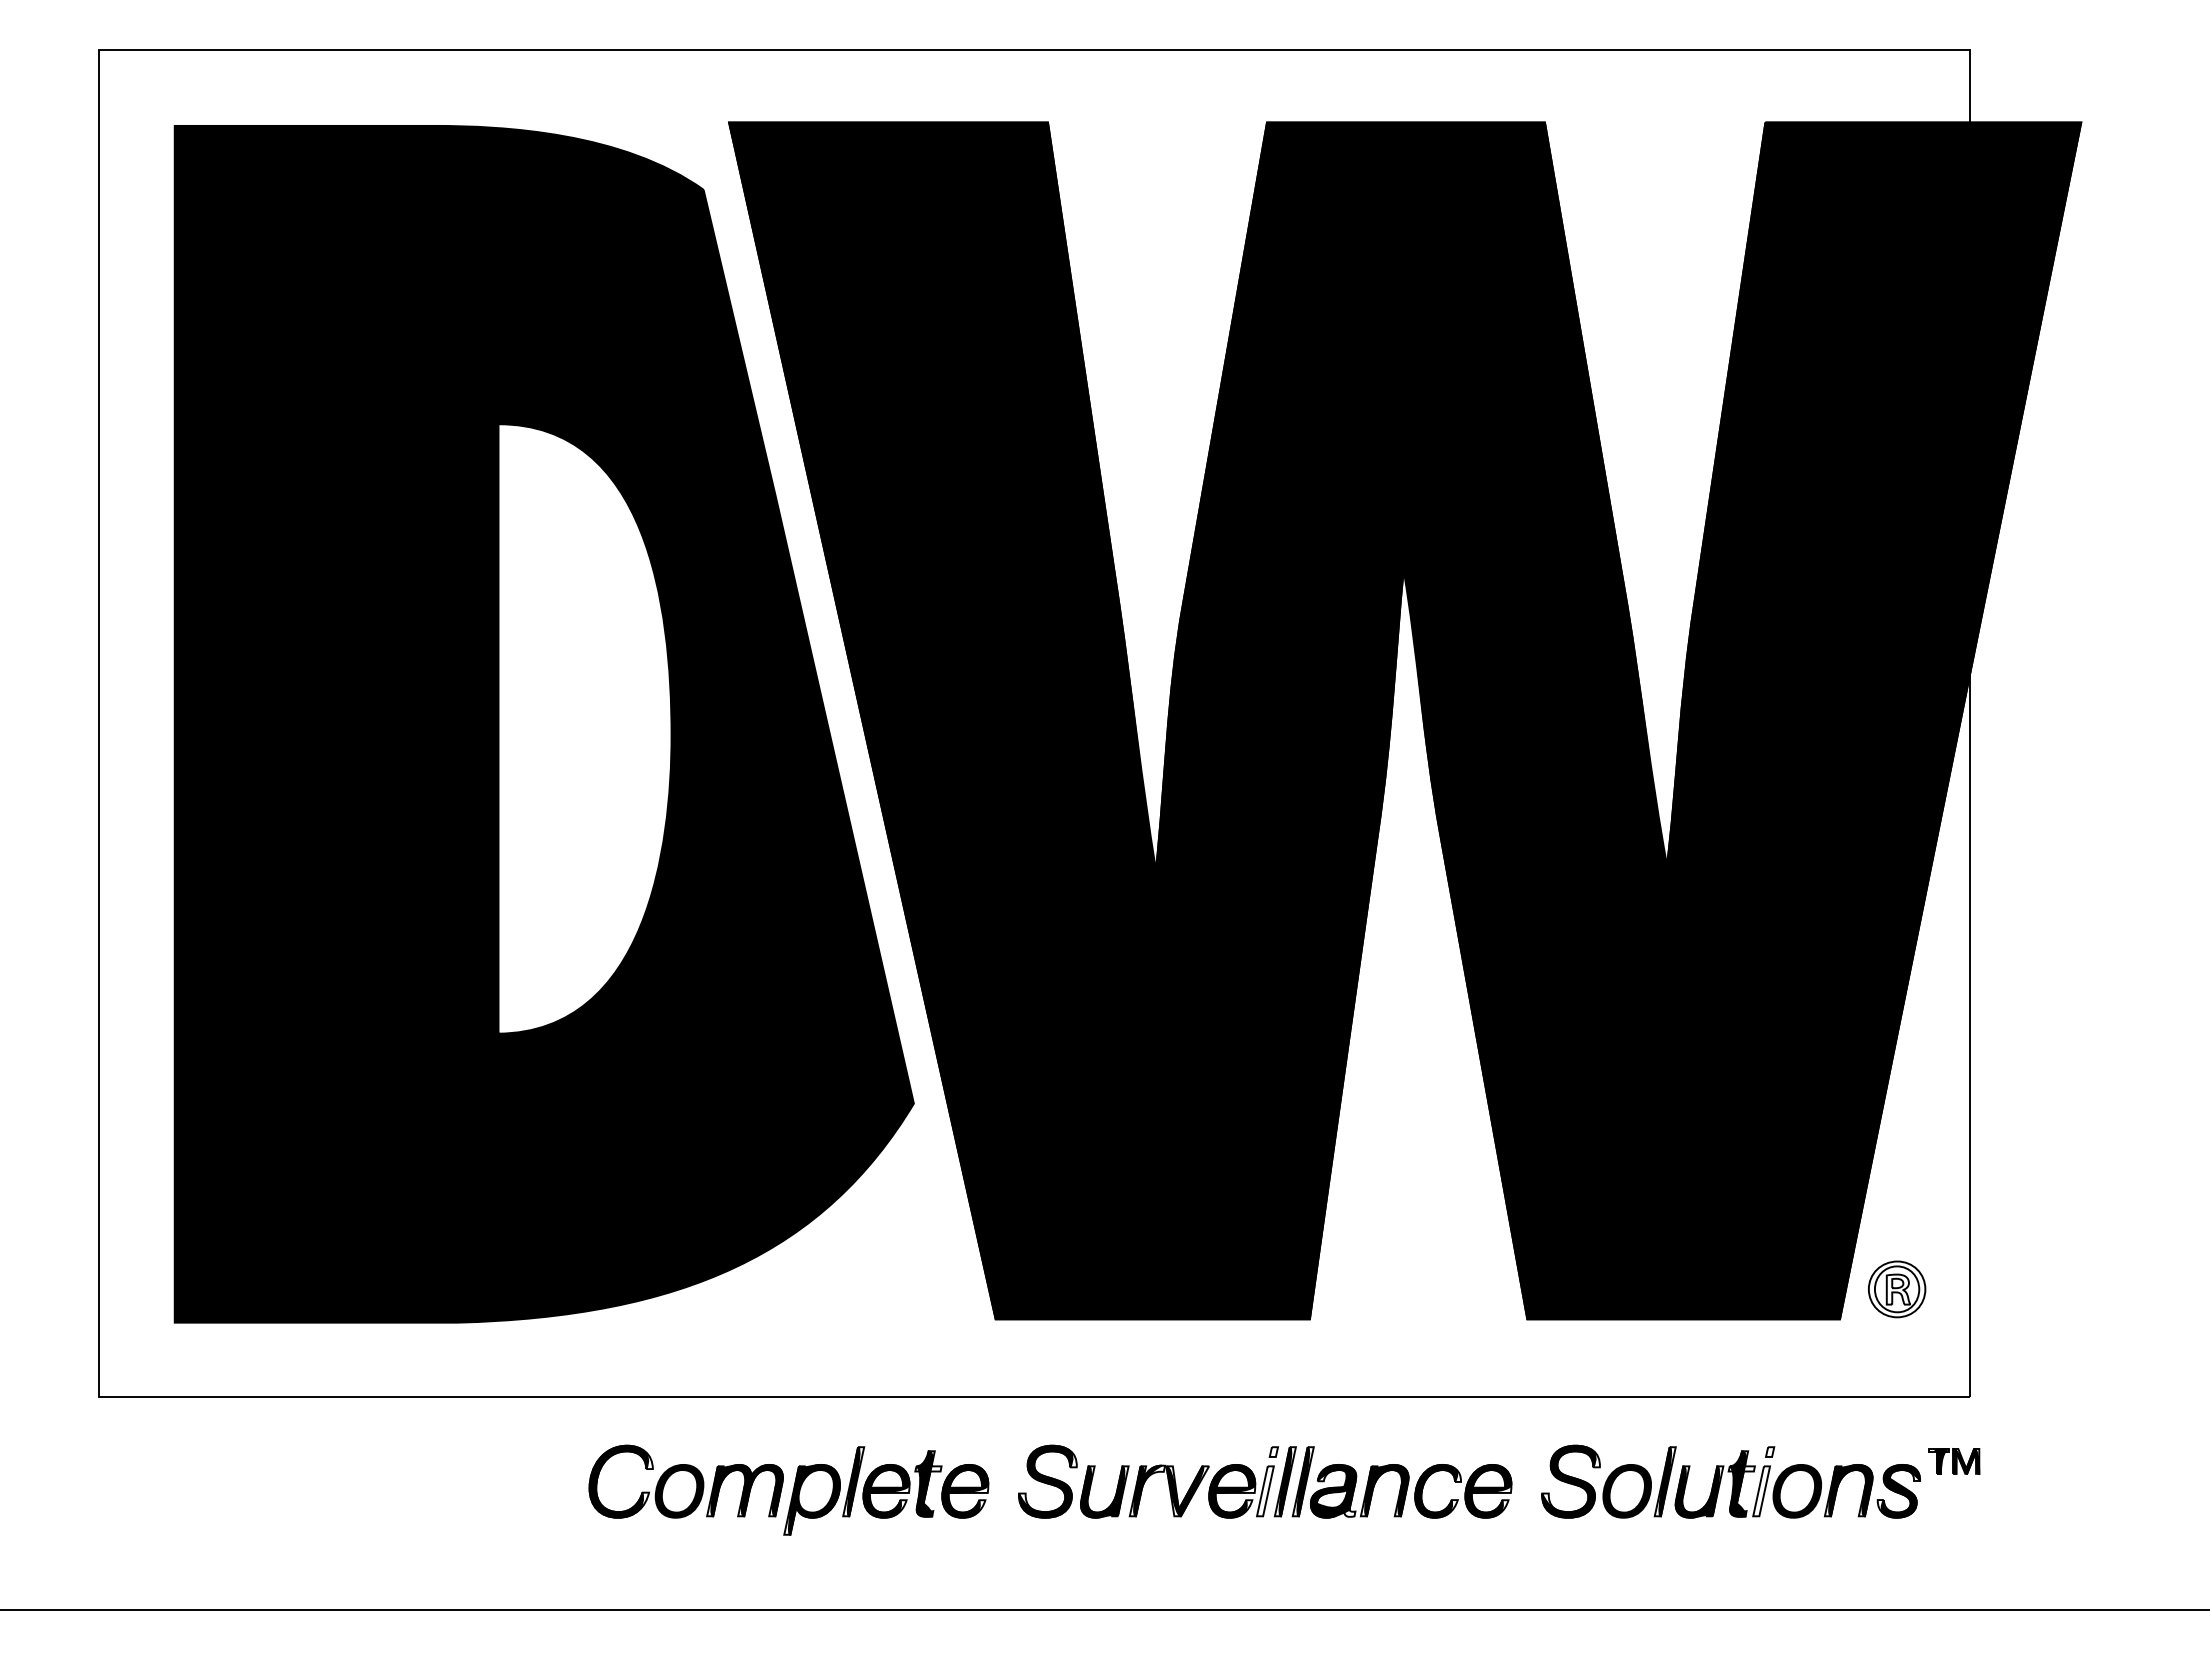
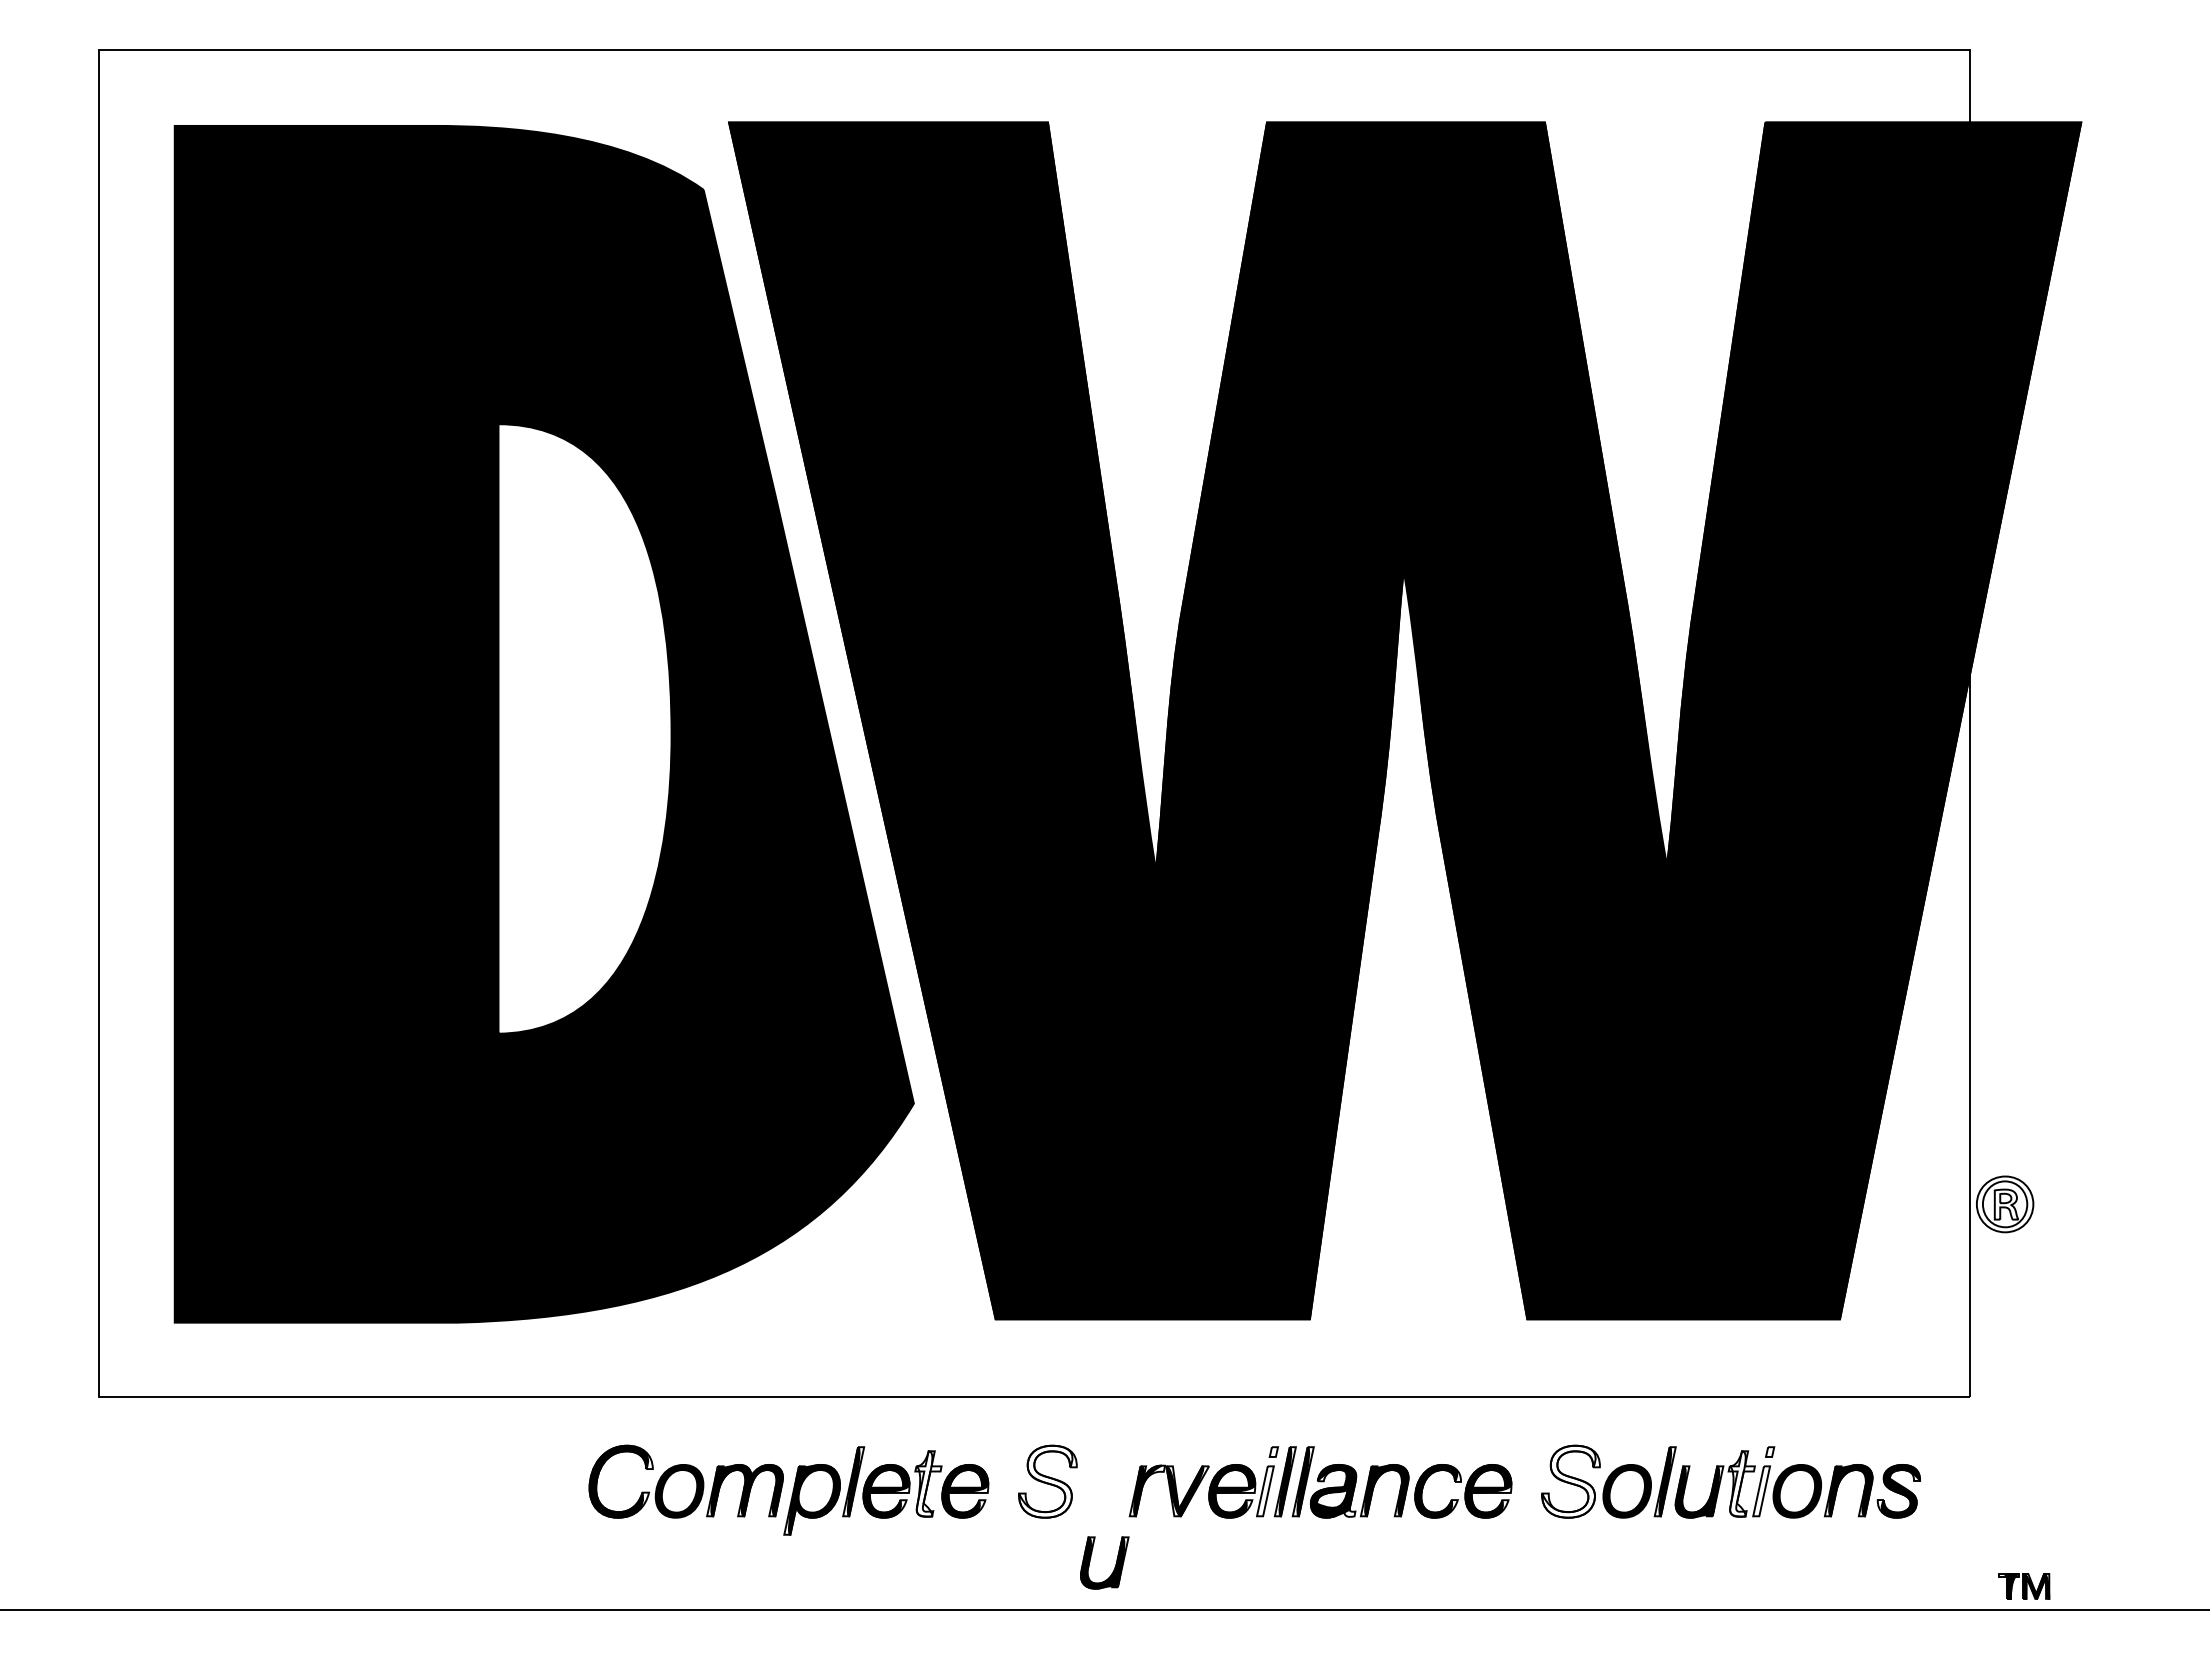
part at (1897, 1289) position: (1897, 1289) -> (2005, 1204)
part at (1954, 1461) position: (1954, 1461) -> (2024, 1586)
fill at (1045, 1481): present -> none
fill at (1568, 1481): present -> none
fill at (924, 1483): present -> none
fill at (1737, 1483): present -> none
part at (1115, 1492) position: (1115, 1492) -> (1115, 1563)
